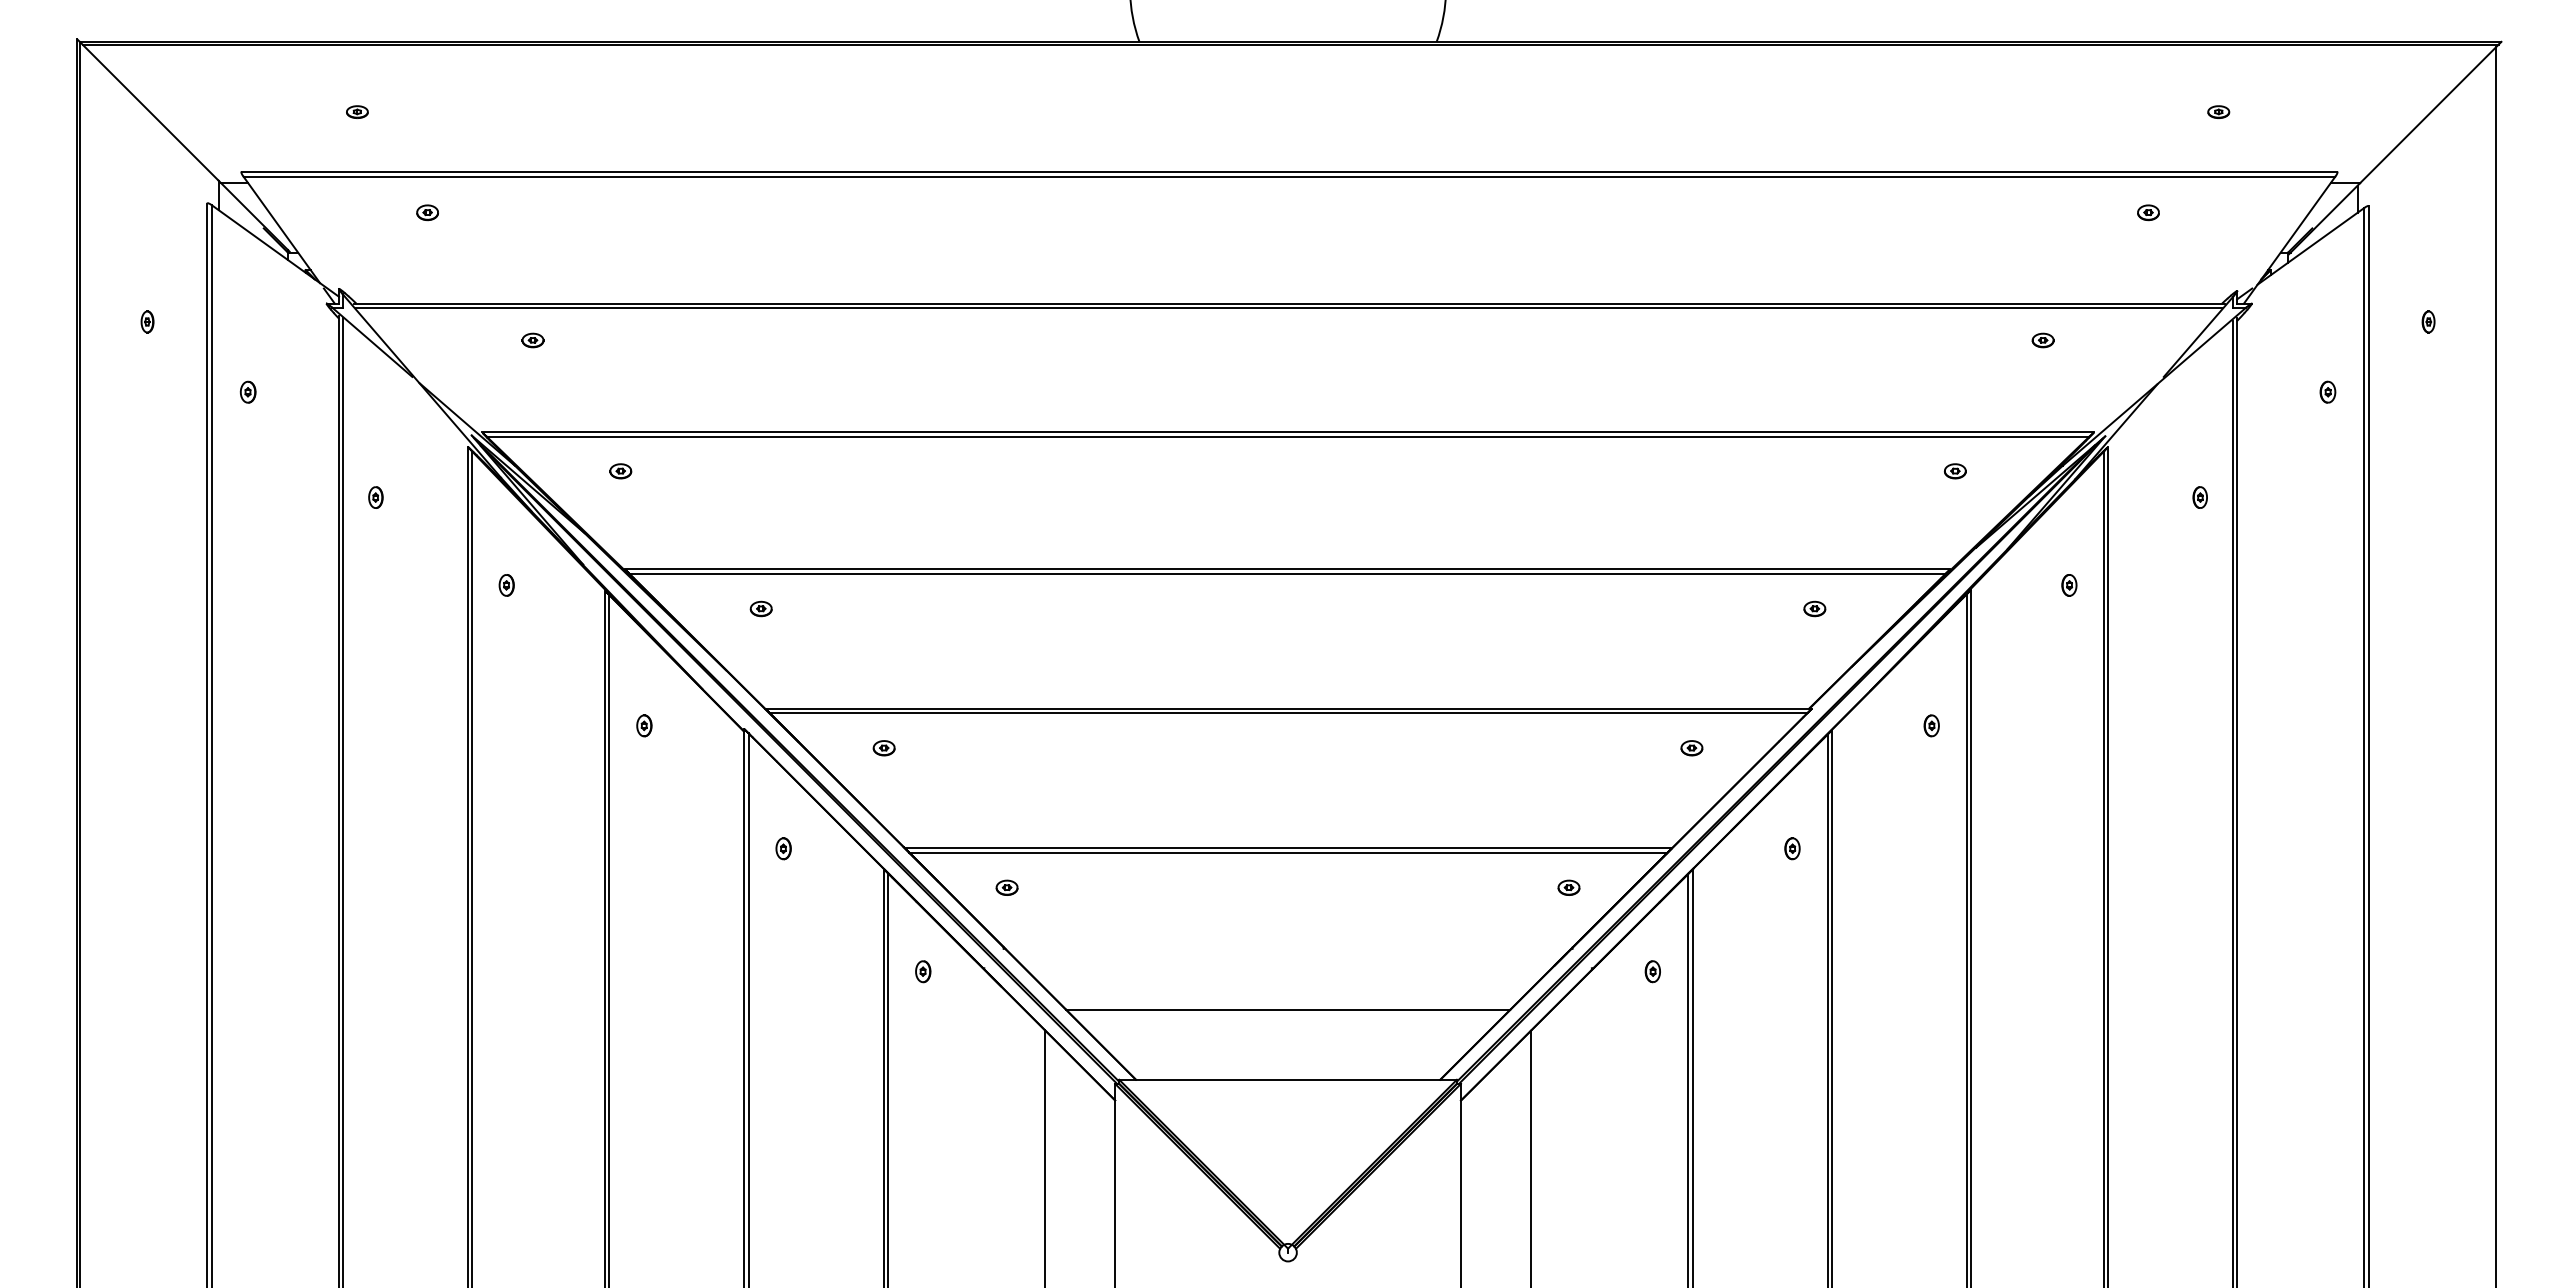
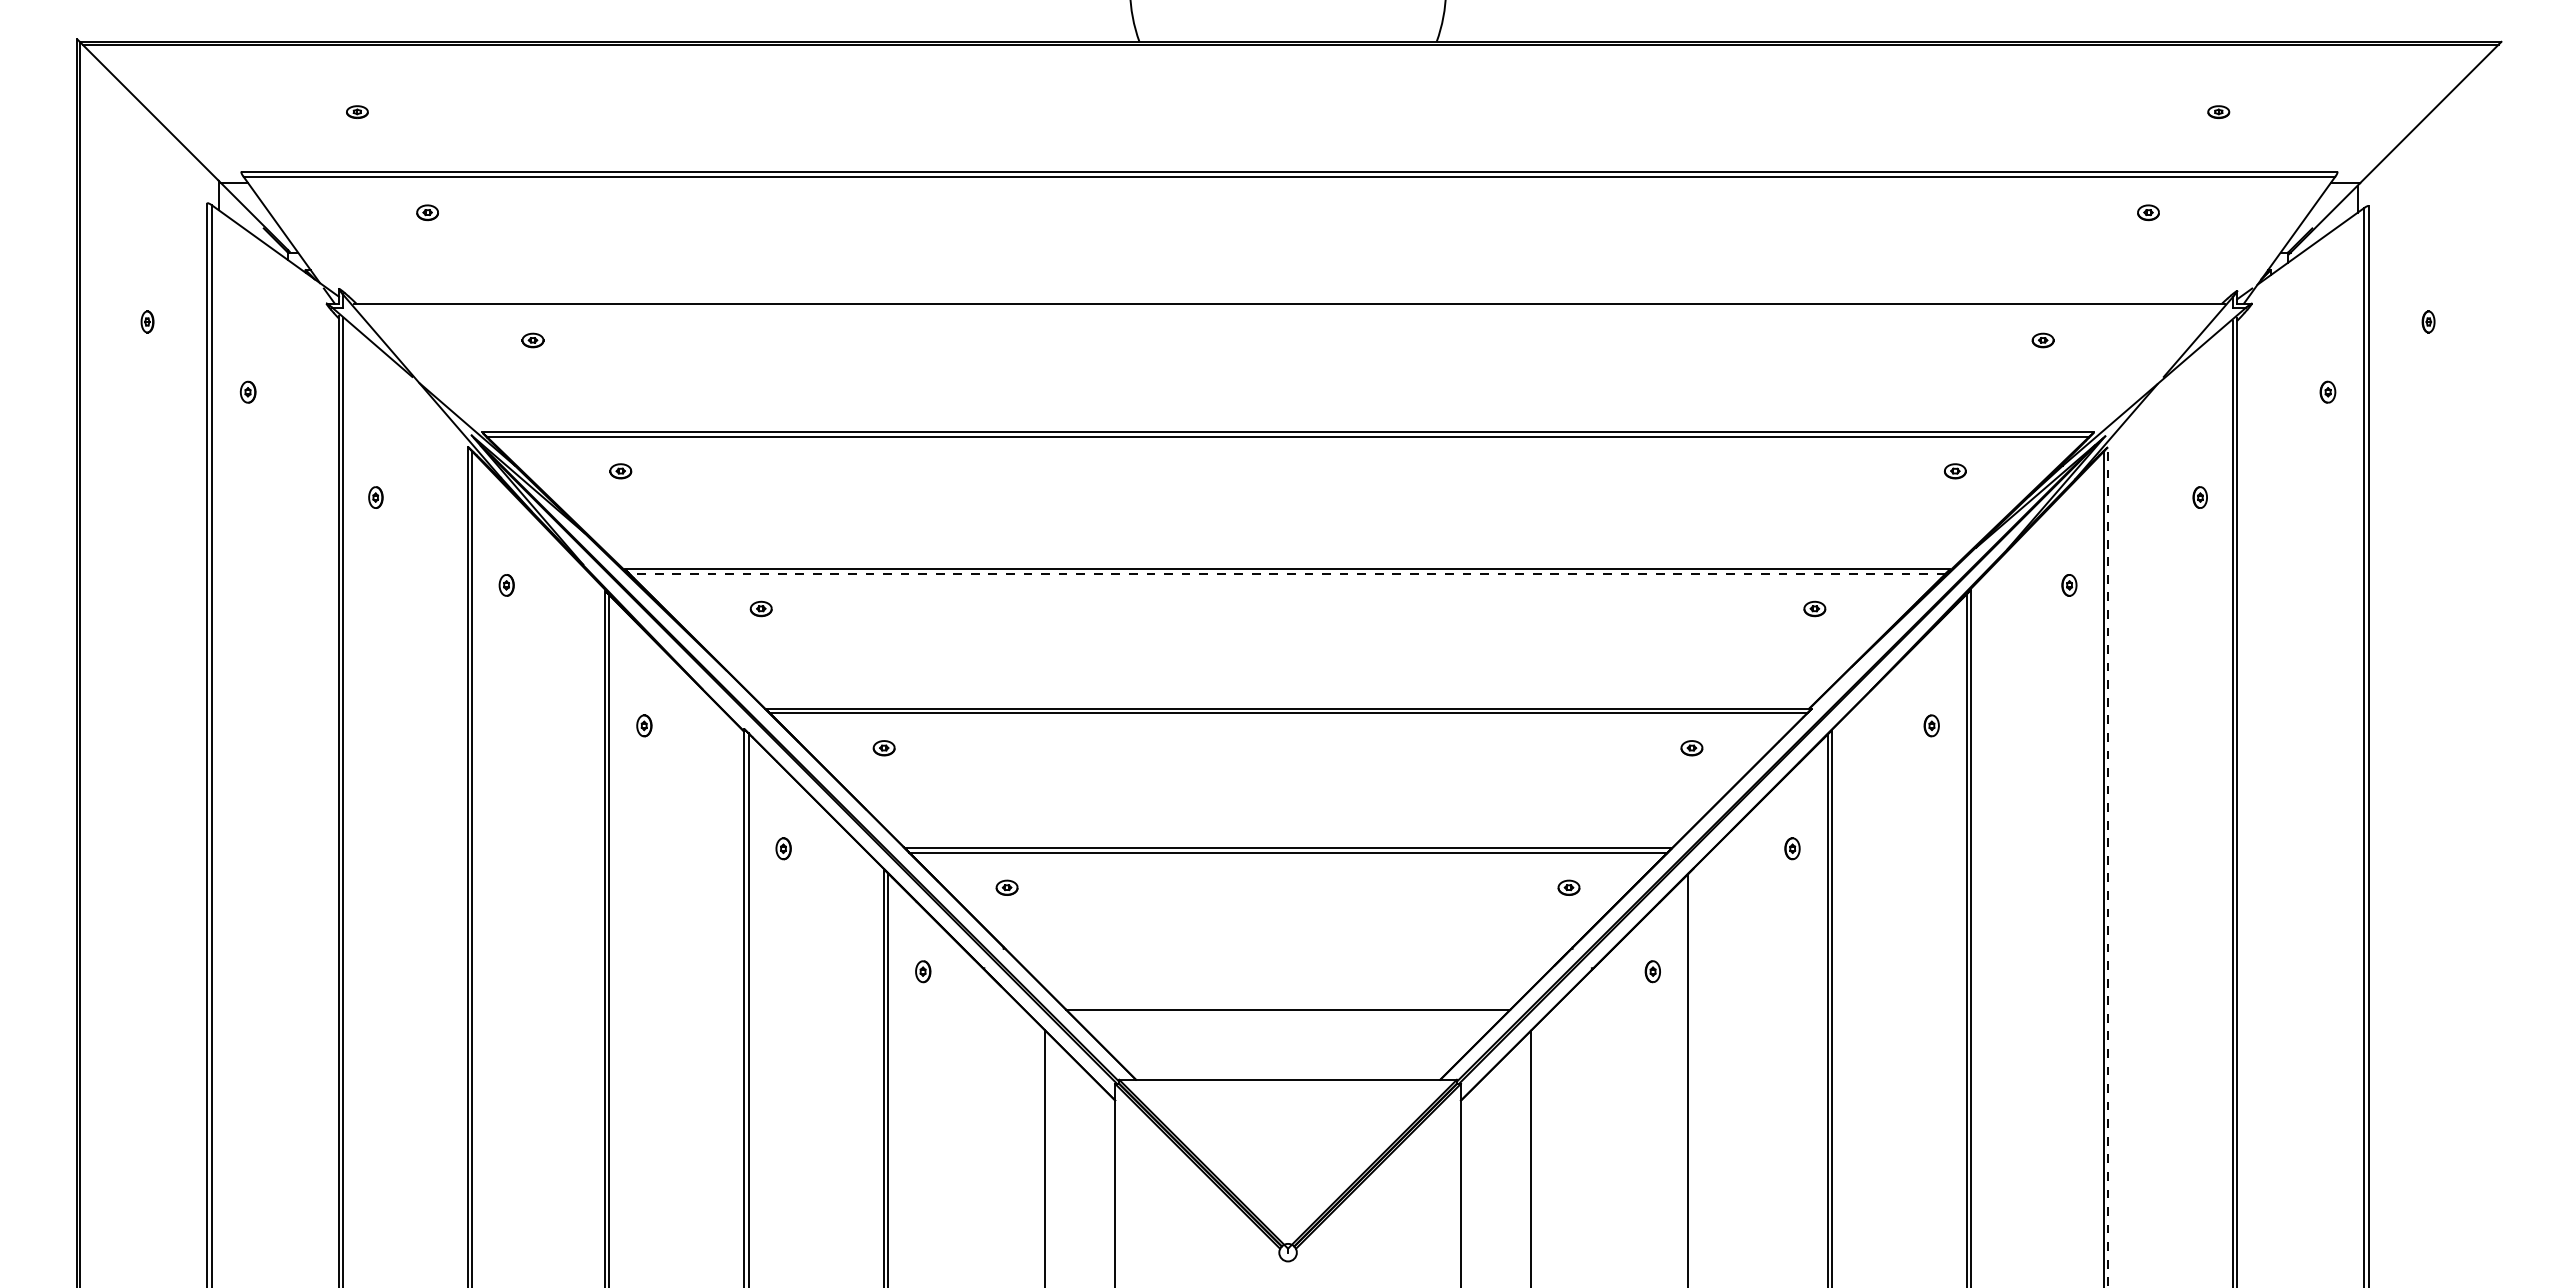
line at (1289, 307): present -> none
line at (1287, 574): solid -> dashed
line at (2495, 665): present -> none
line at (2108, 866): solid -> dashed
line at (1692, 1076): present -> none
